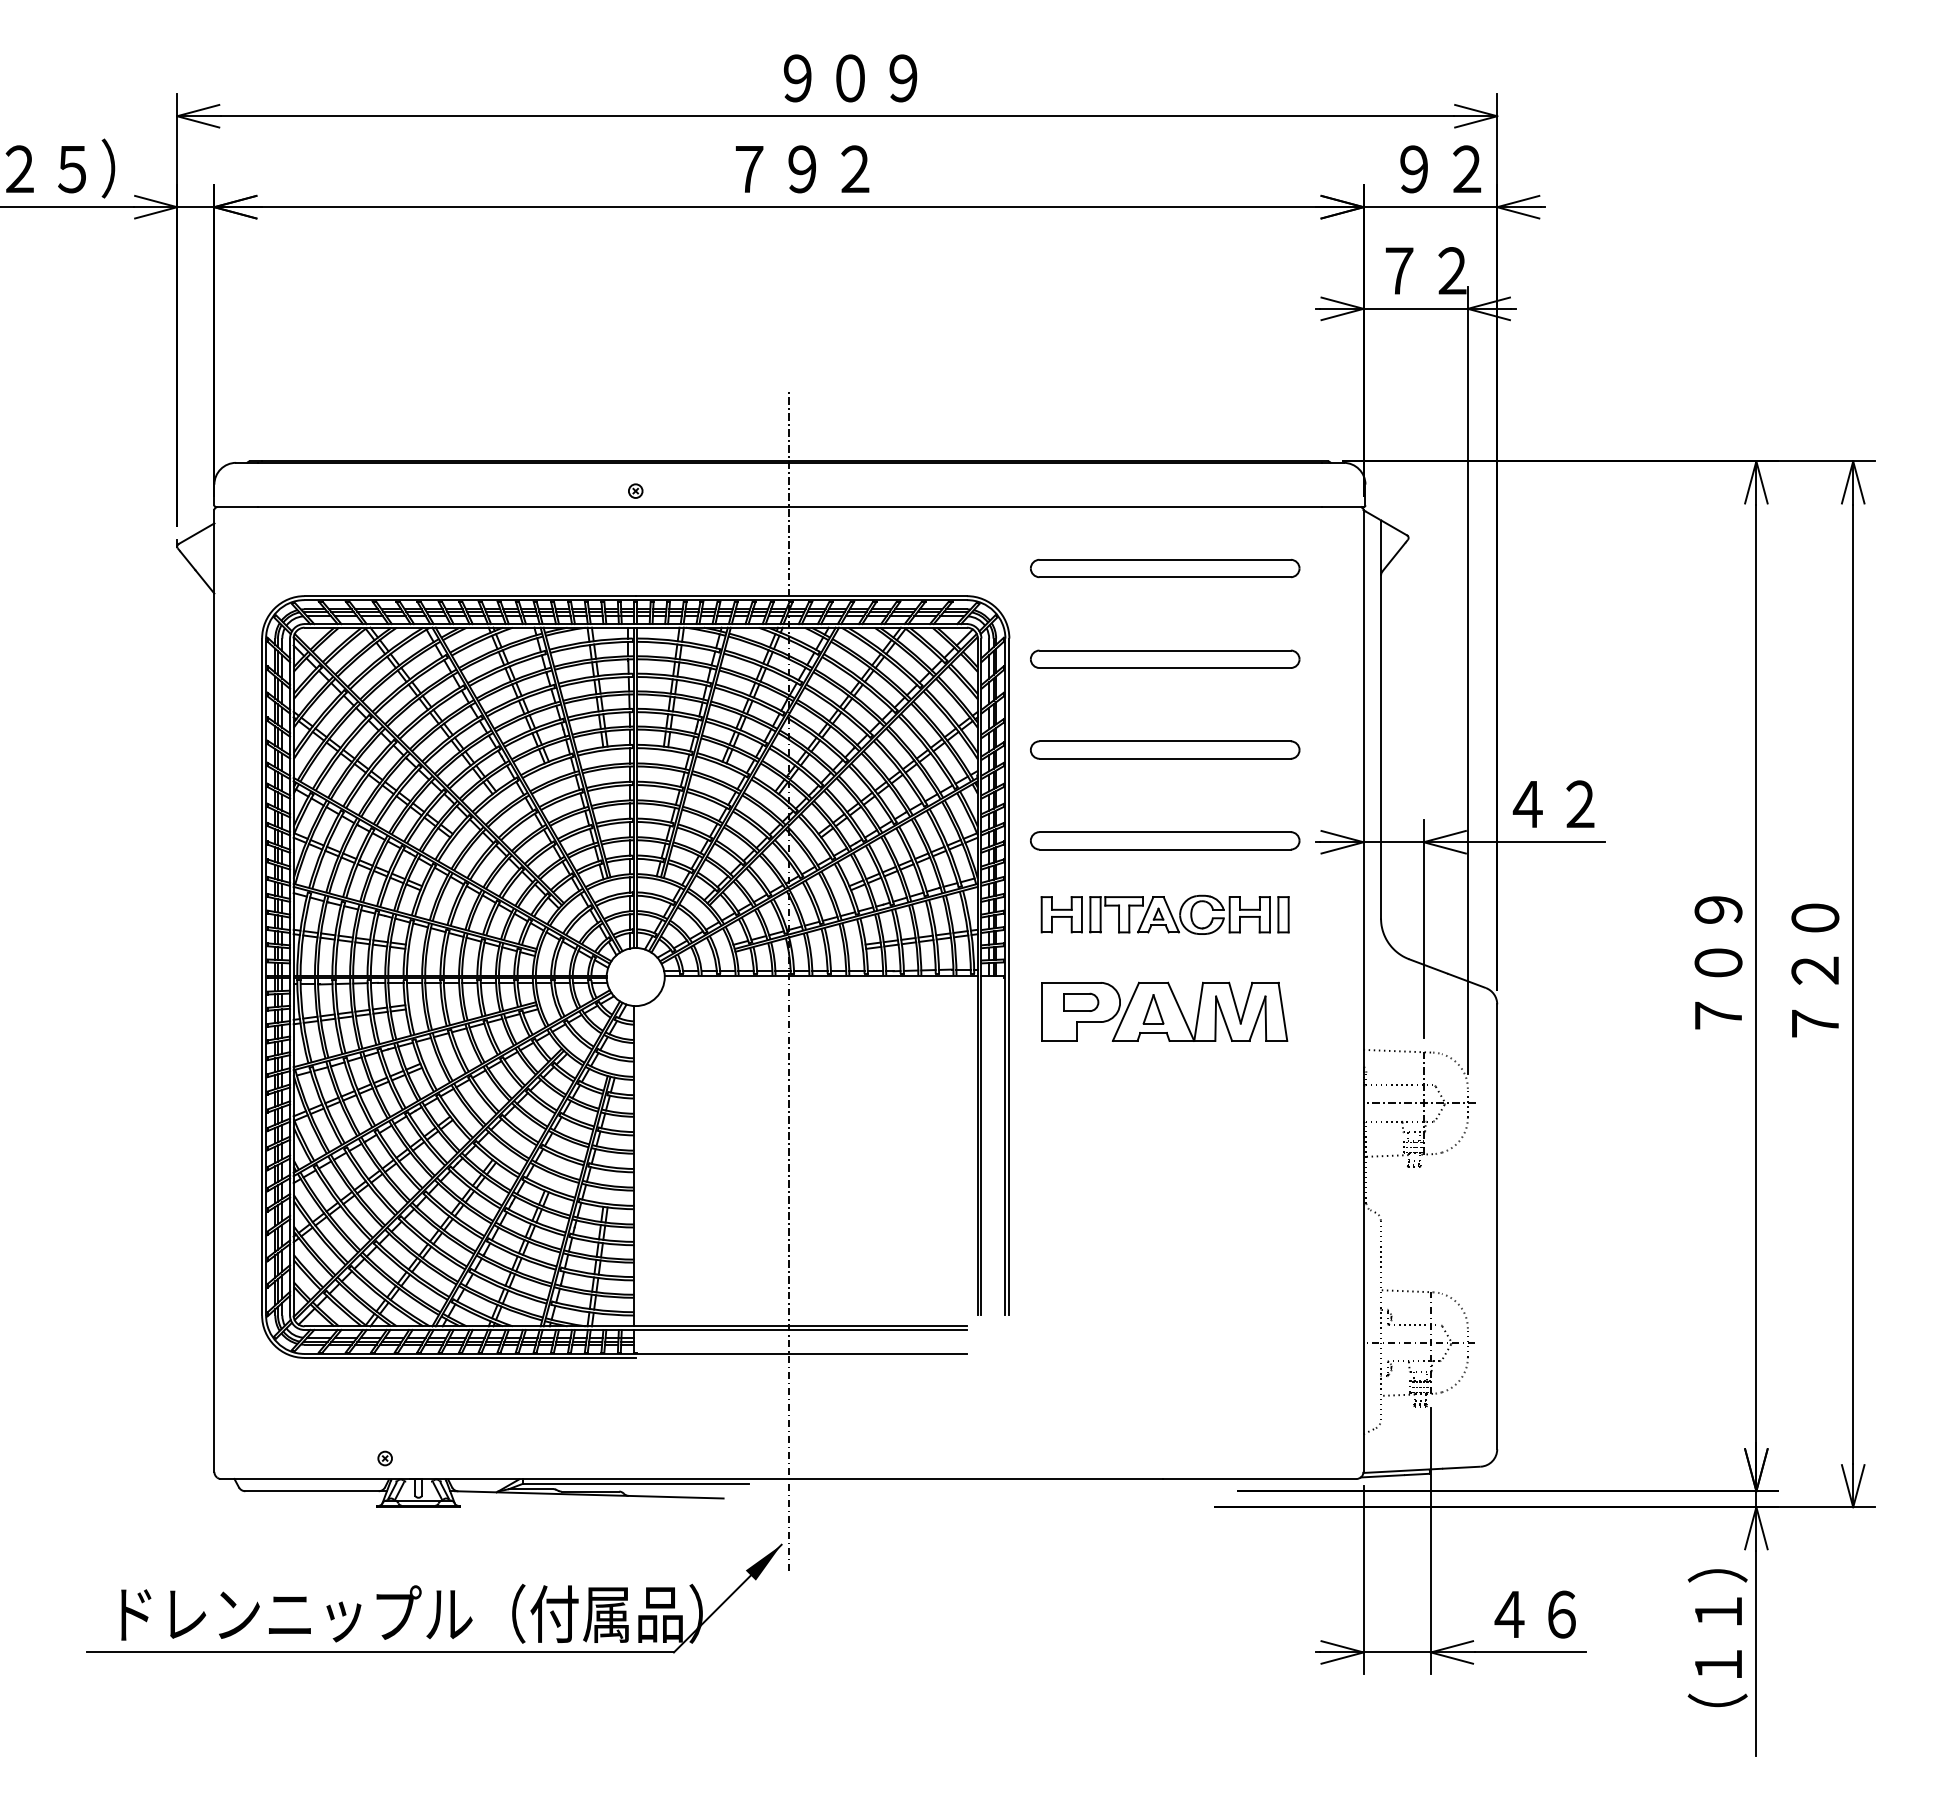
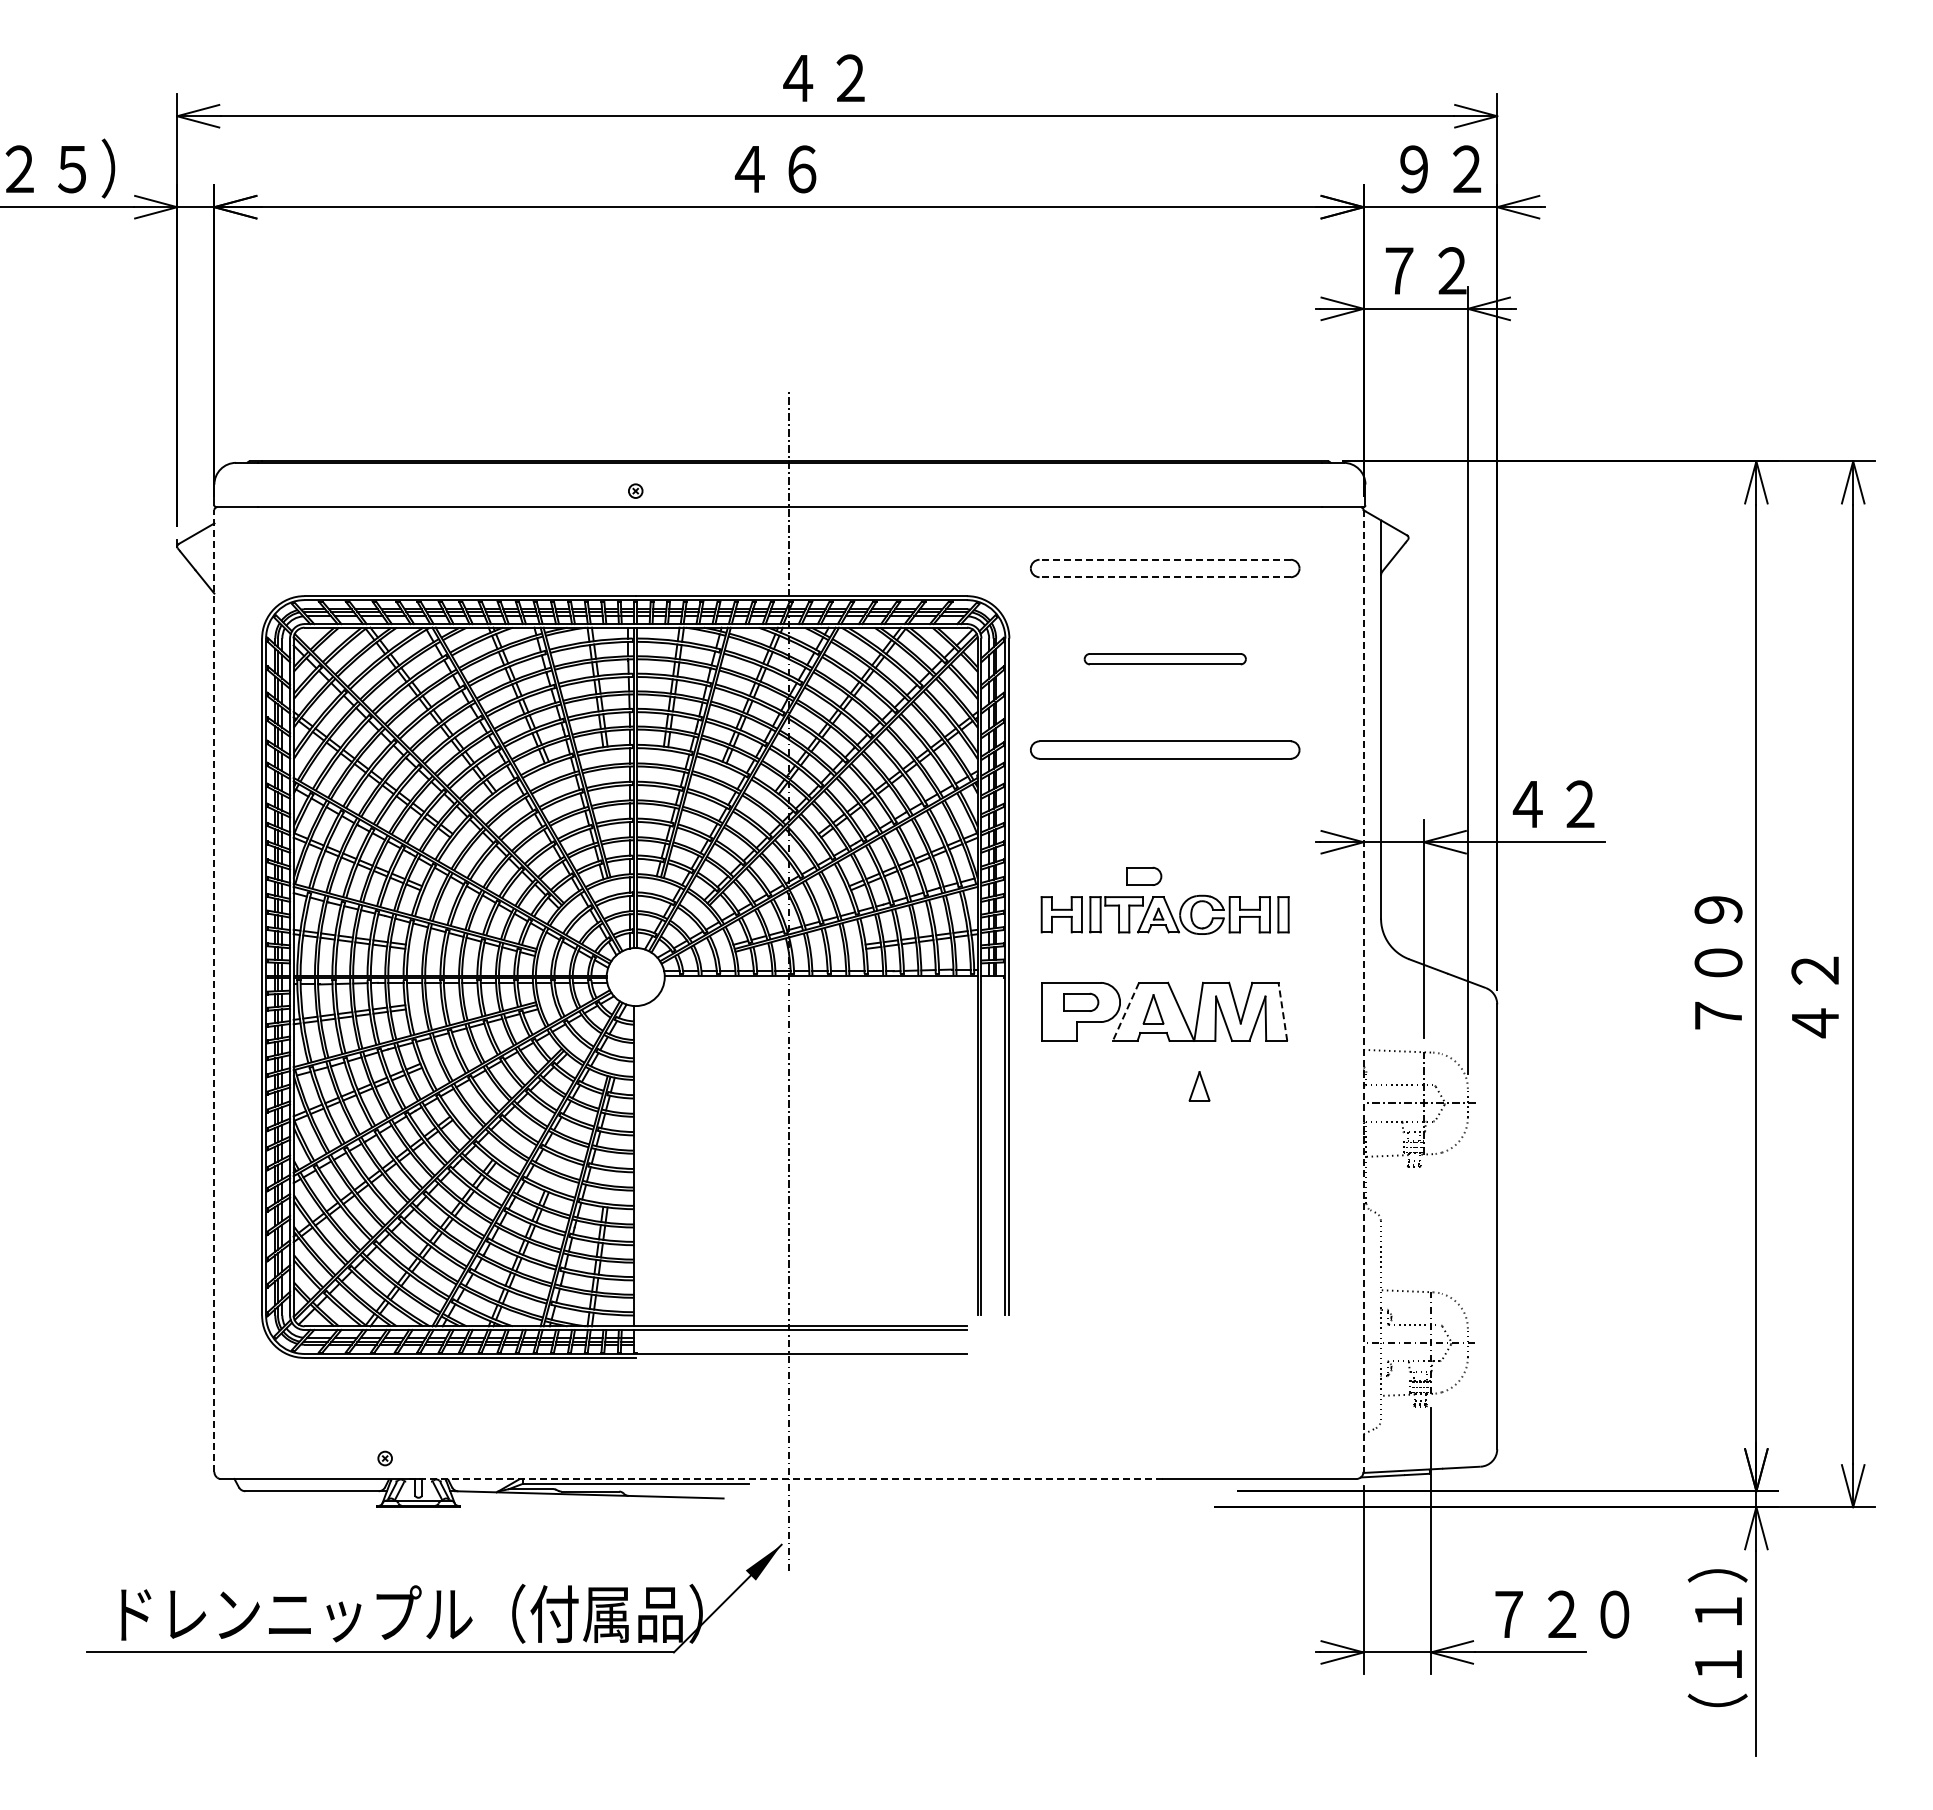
text at (850, 78): ９０９ -> ４２
text at (801, 169): ７９２ -> ４６
line at (1165, 559): solid -> dashed
line at (1165, 577): solid -> dashed
part at (1165, 658) size: 271x20 px -> 164x13 px
part at (1165, 840): present -> none
part at (1144, 875): none -> present
text at (1815, 970): ７２０ -> ４２
line at (214, 990): solid -> dashed
line at (1363, 990): solid -> dashed
line at (1125, 1011): solid -> dashed
line at (1282, 1011): solid -> dashed
part at (1199, 1086): none -> present
line at (788, 1479): solid -> dashed
text at (1561, 1614): ４６ -> ７２０
